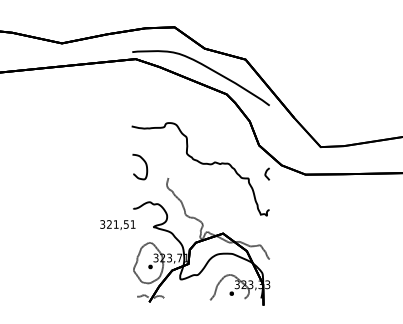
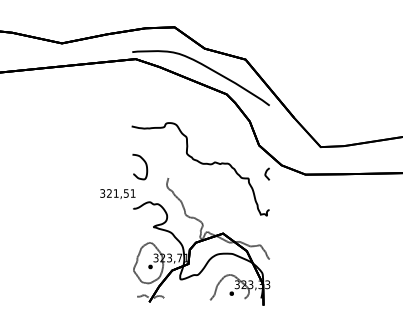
text at (117, 224) position: (117, 224) -> (117, 193)
